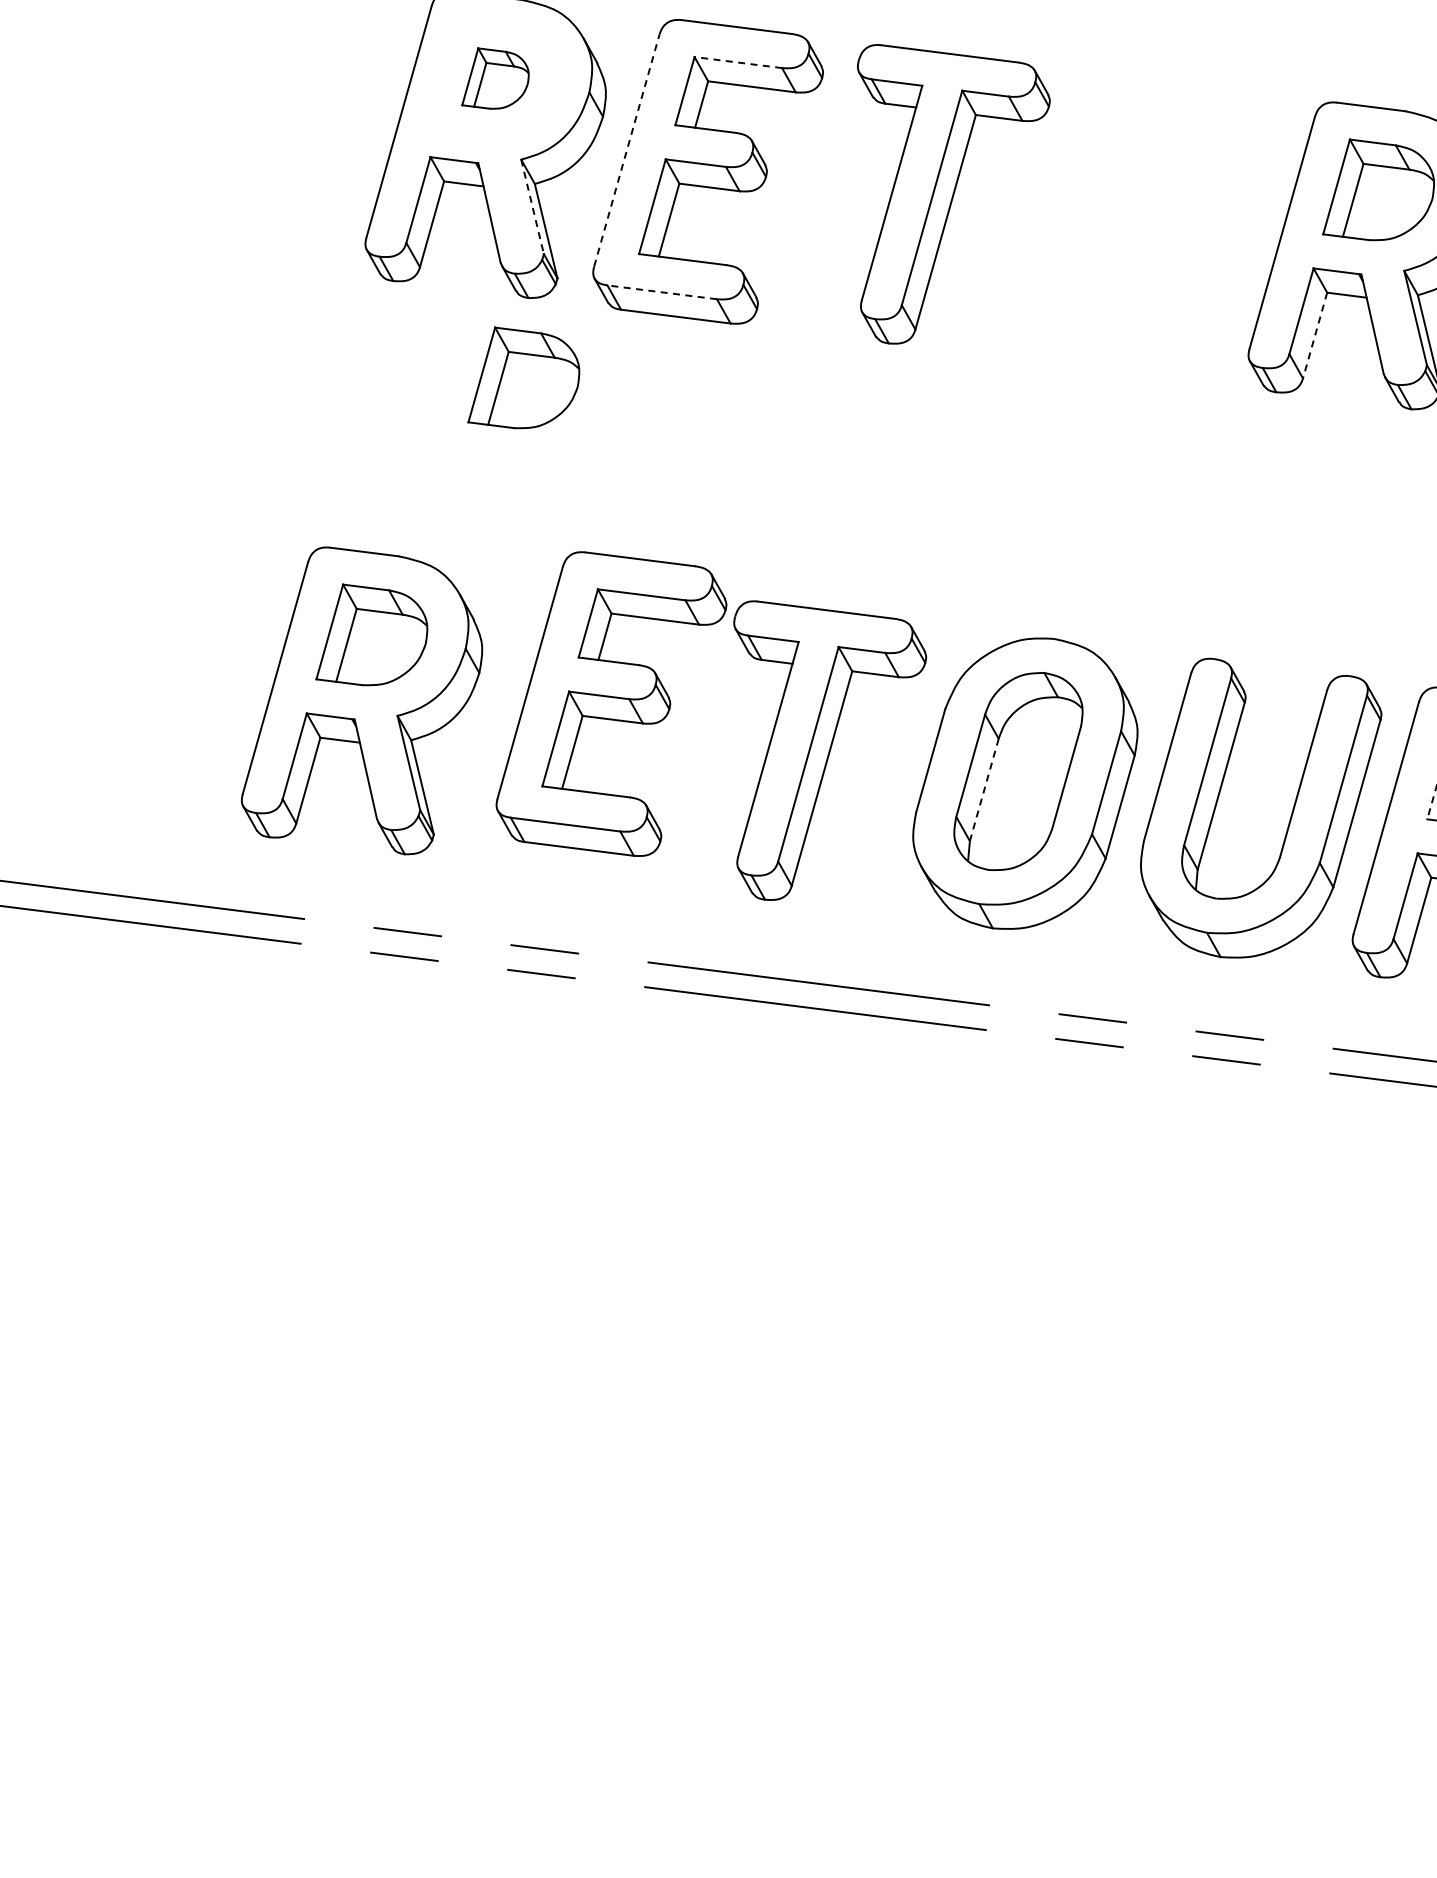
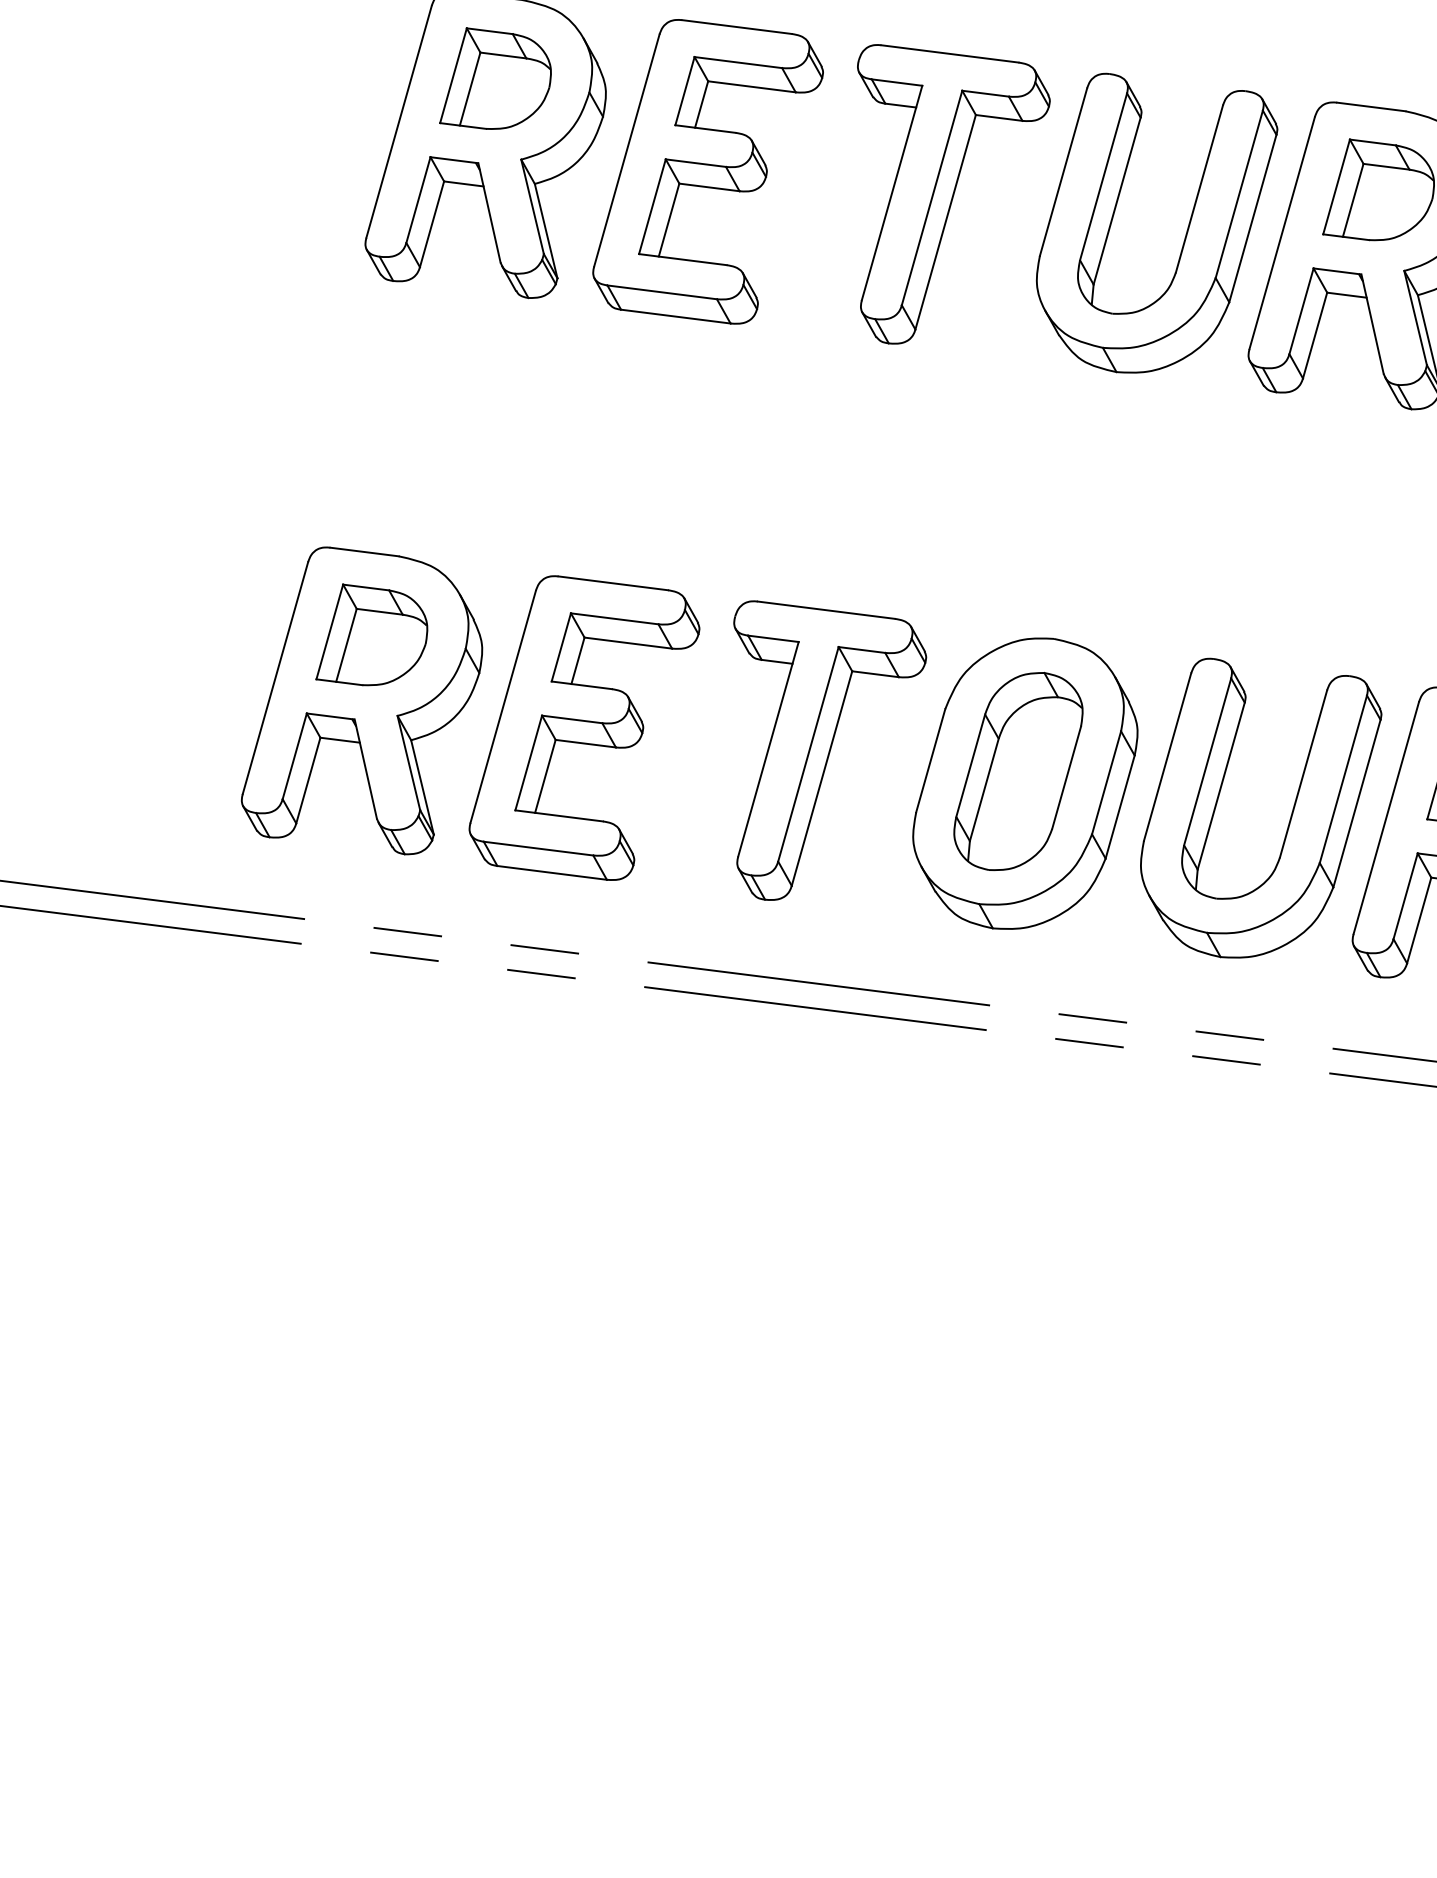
line at (737, 62): dashed -> solid
part at (495, 78) size: 69x63 px -> 113x103 px
line at (627, 150): dashed -> solid
line at (532, 206): dashed -> solid
part at (1186, 230): none -> present
line at (661, 292): dashed -> solid
line at (1315, 335): dashed -> solid
part at (523, 377): present -> none
part at (611, 703) position: (611, 703) -> (584, 727)
line at (984, 790): dashed -> solid
line at (1431, 803): dashed -> solid
